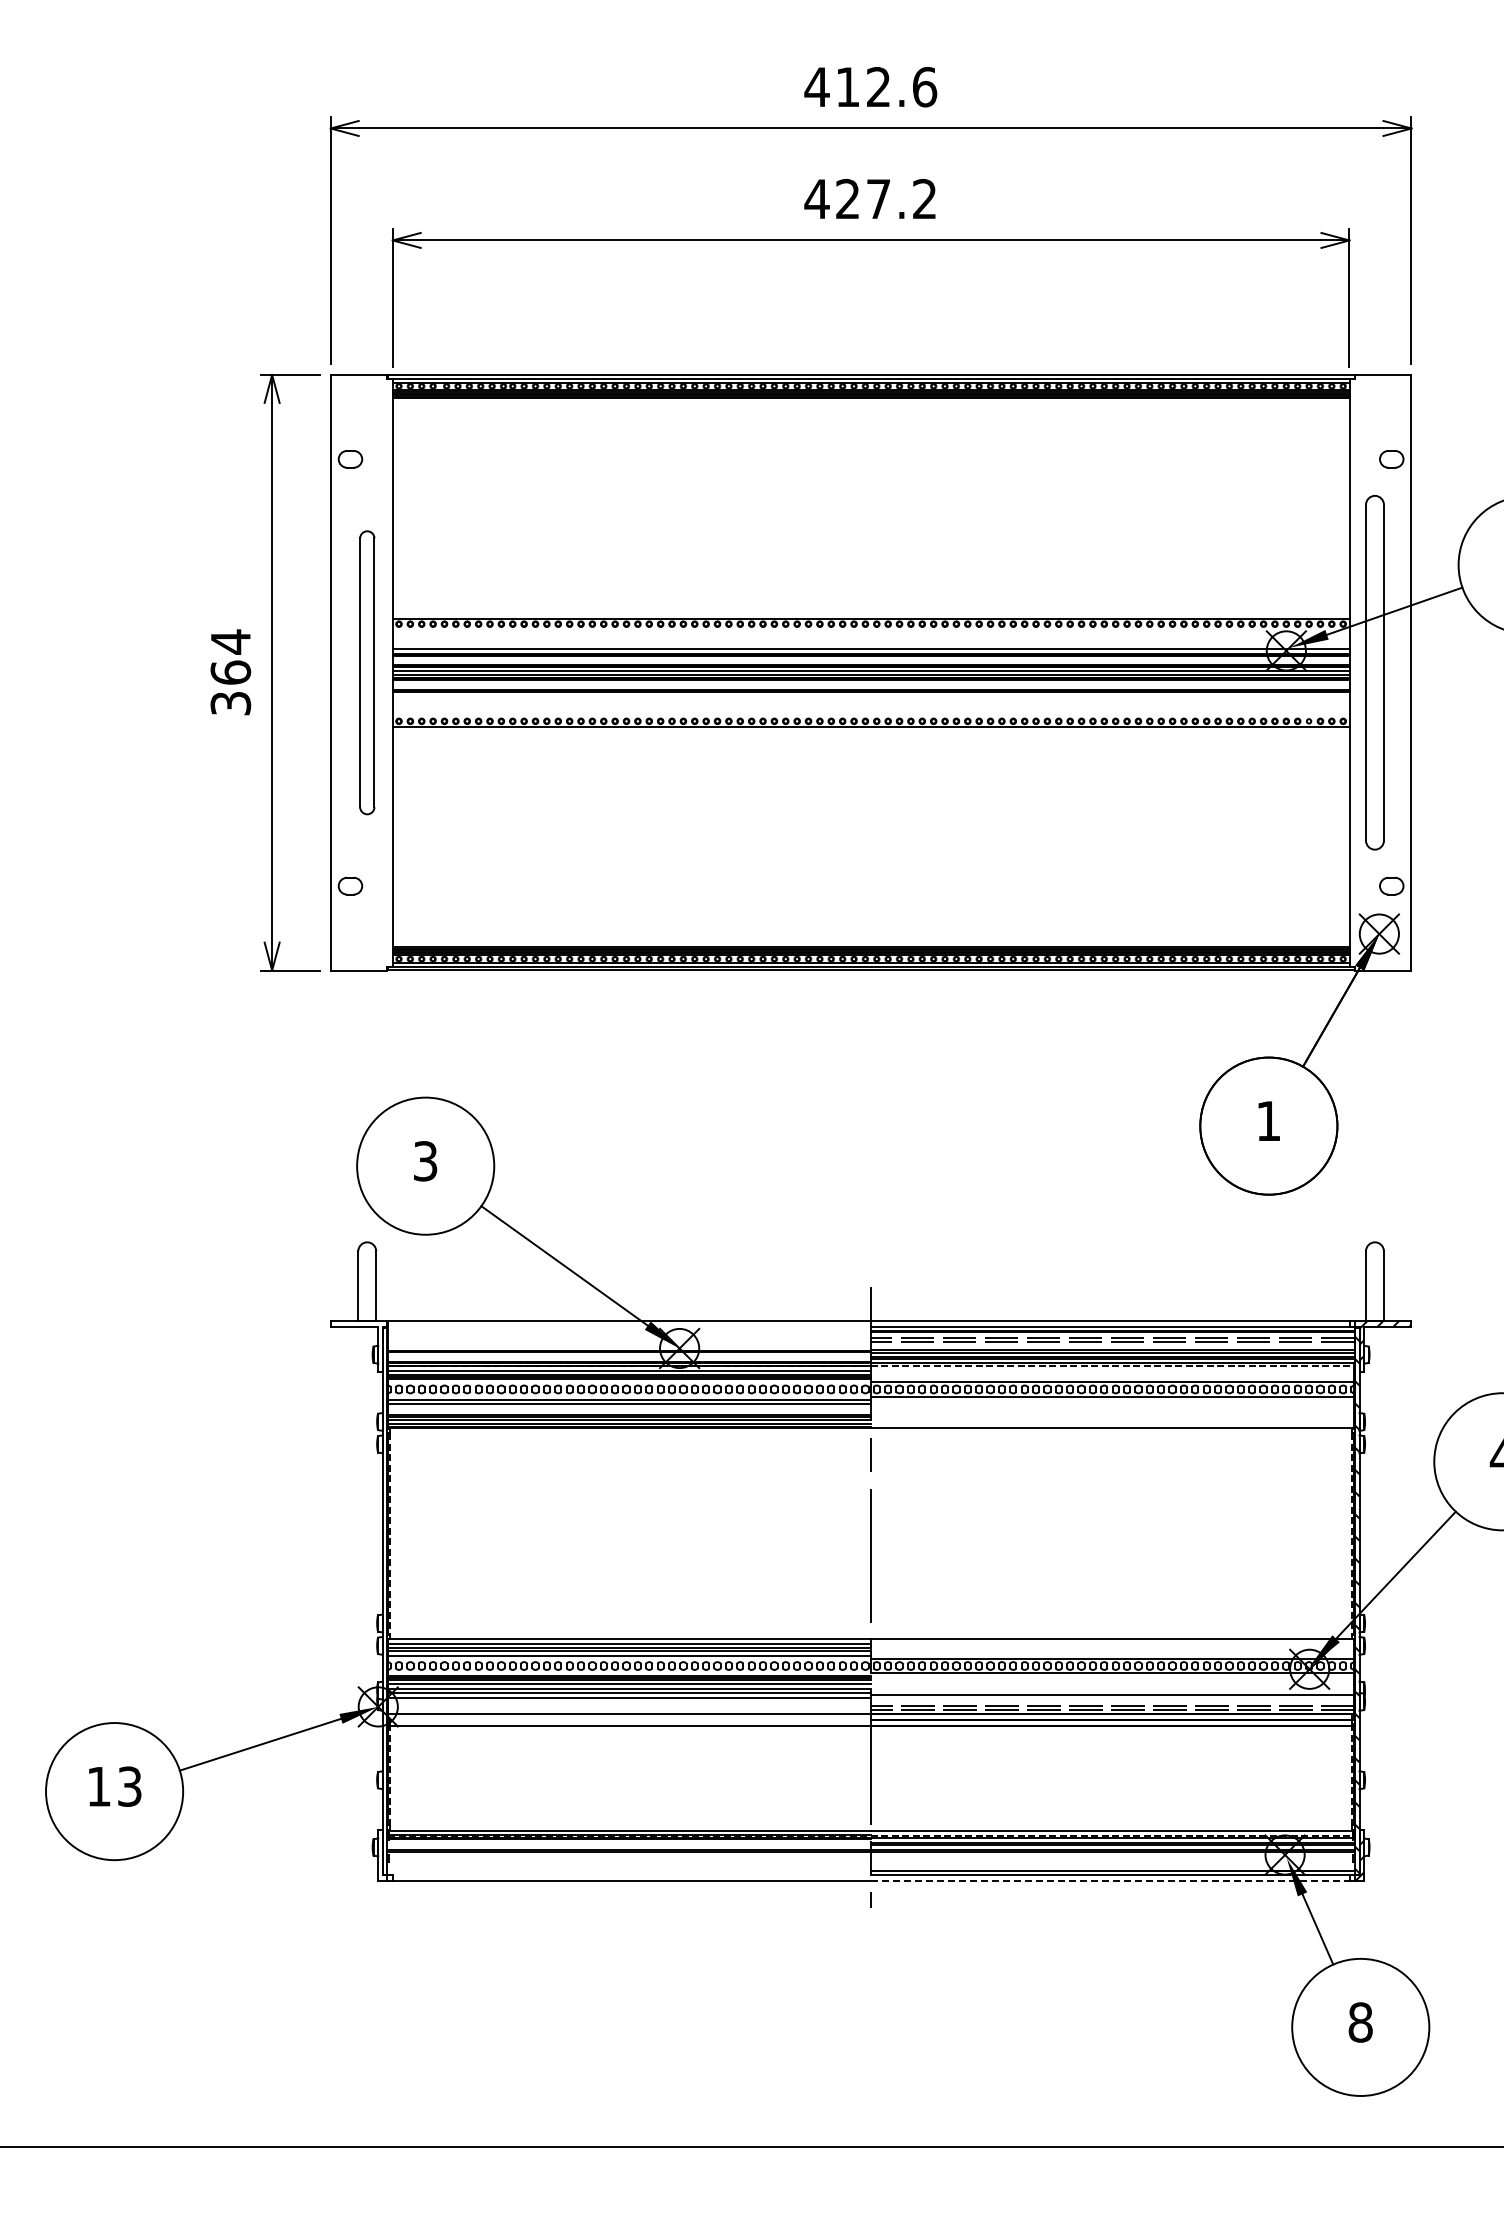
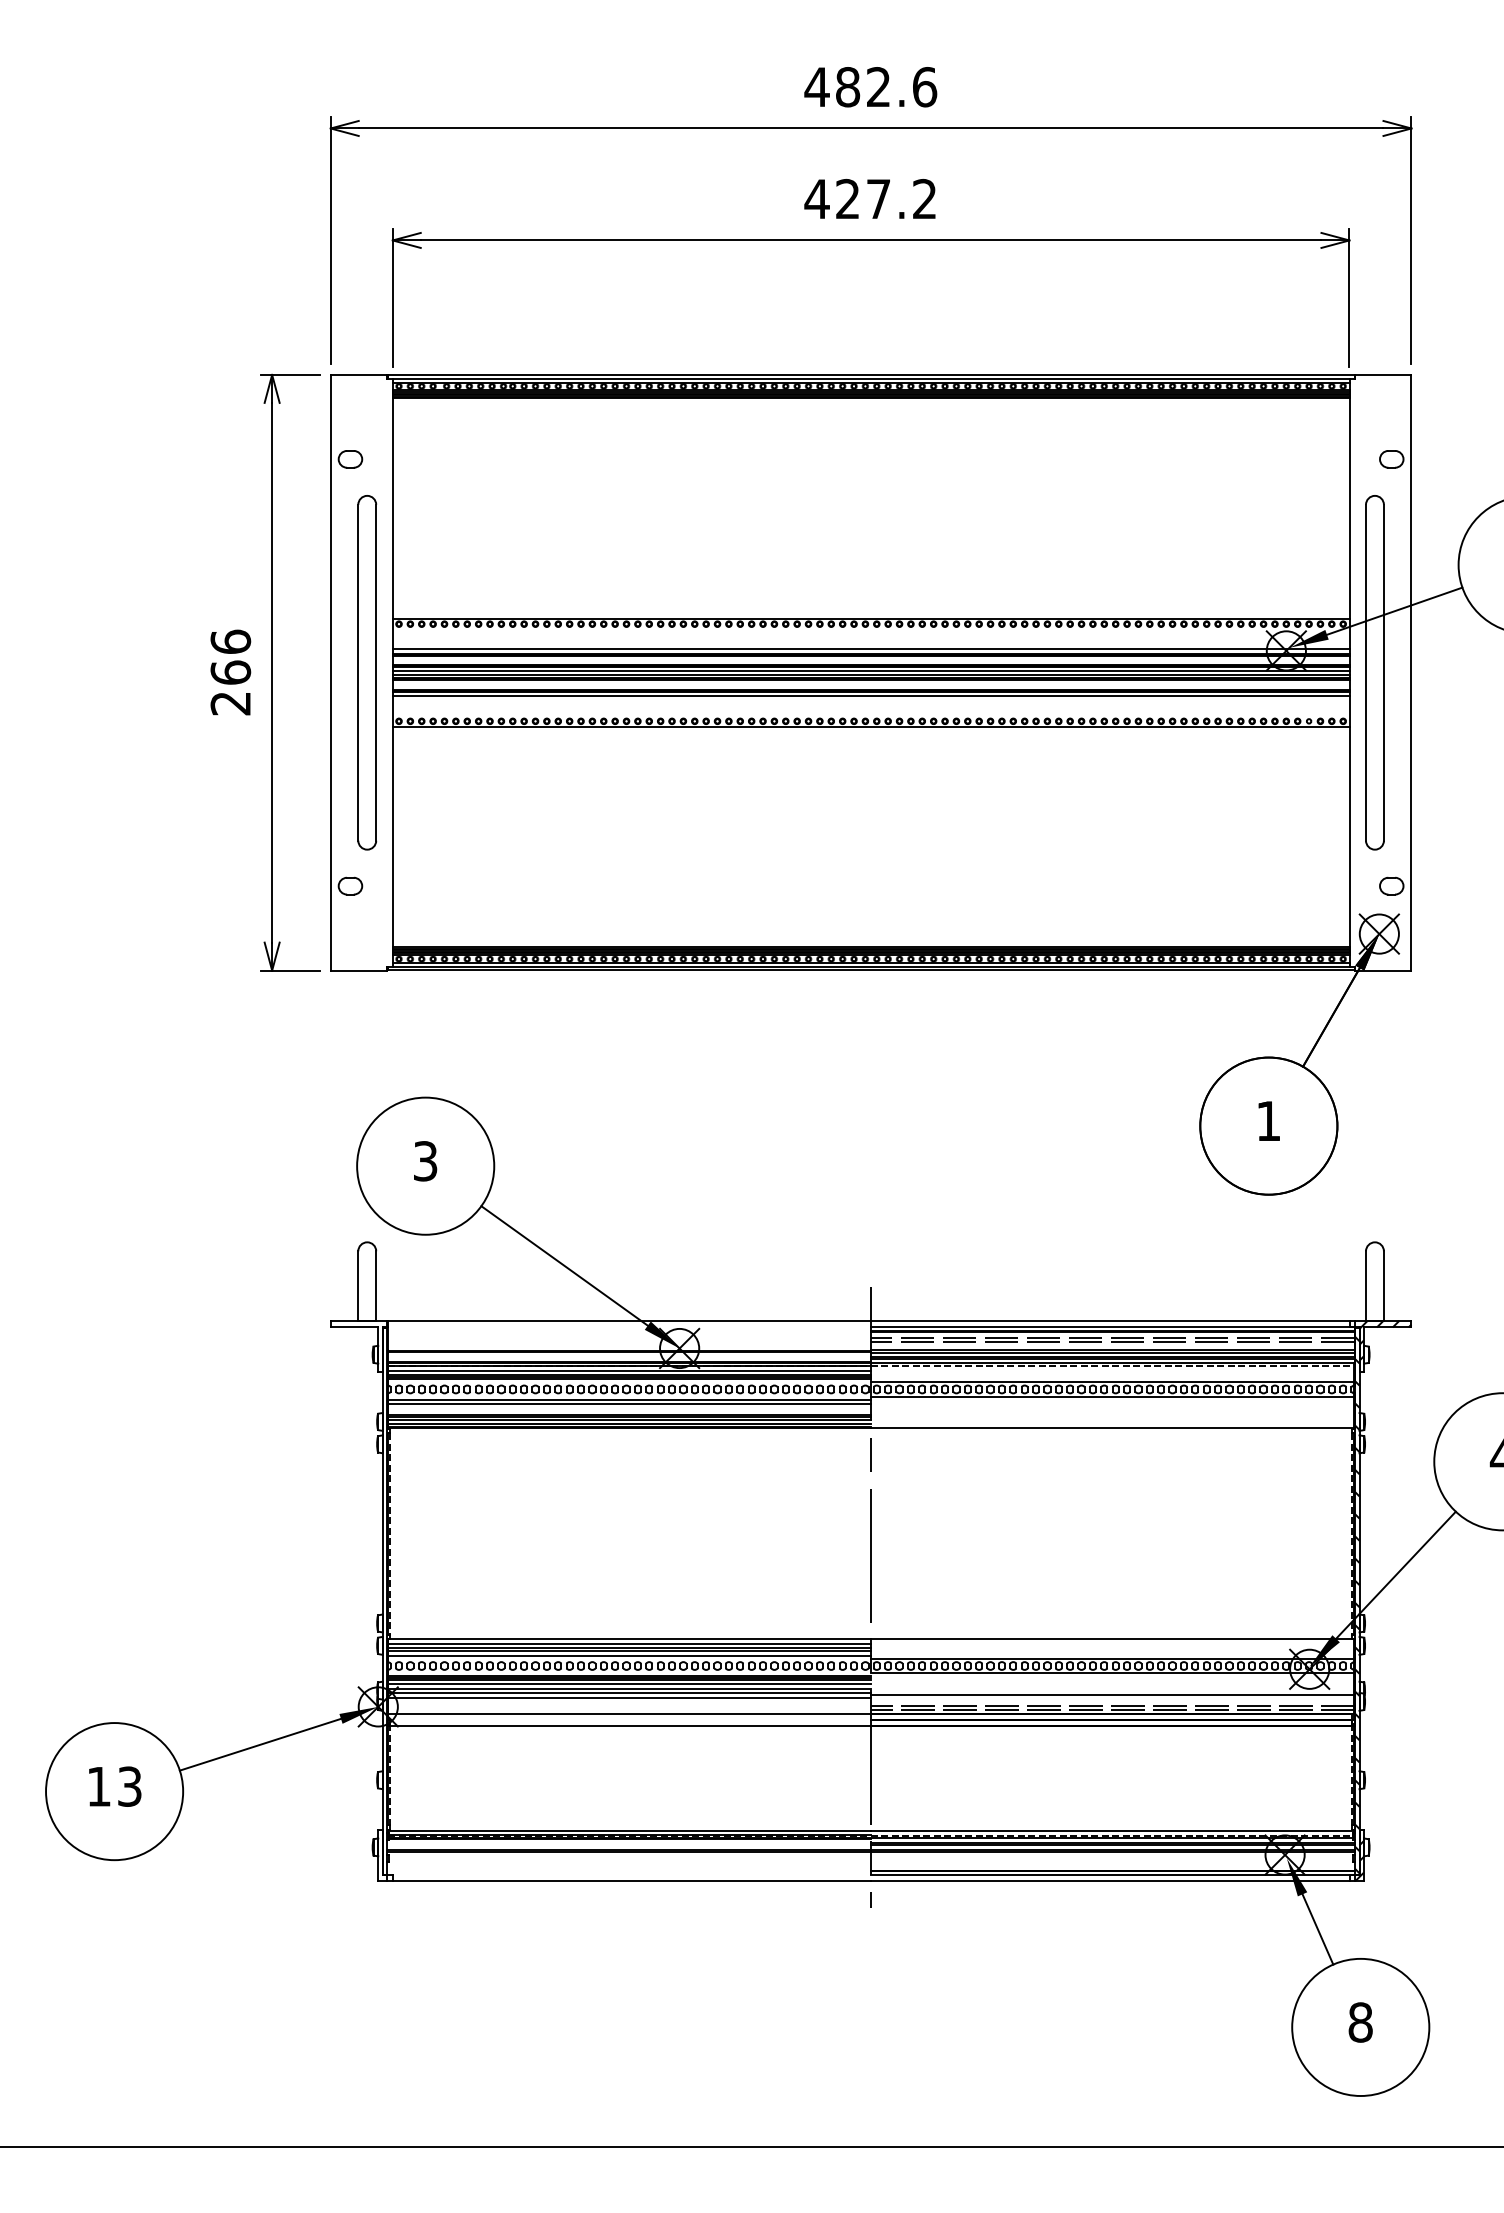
text at (848, 87): 412.6 -> 482.6
text at (230, 672): 364 -> 266
part at (367, 672) size: 17x286 px -> 21x356 px
line at (870, 696): none -> present
line at (1110, 1881): dashed -> solid
